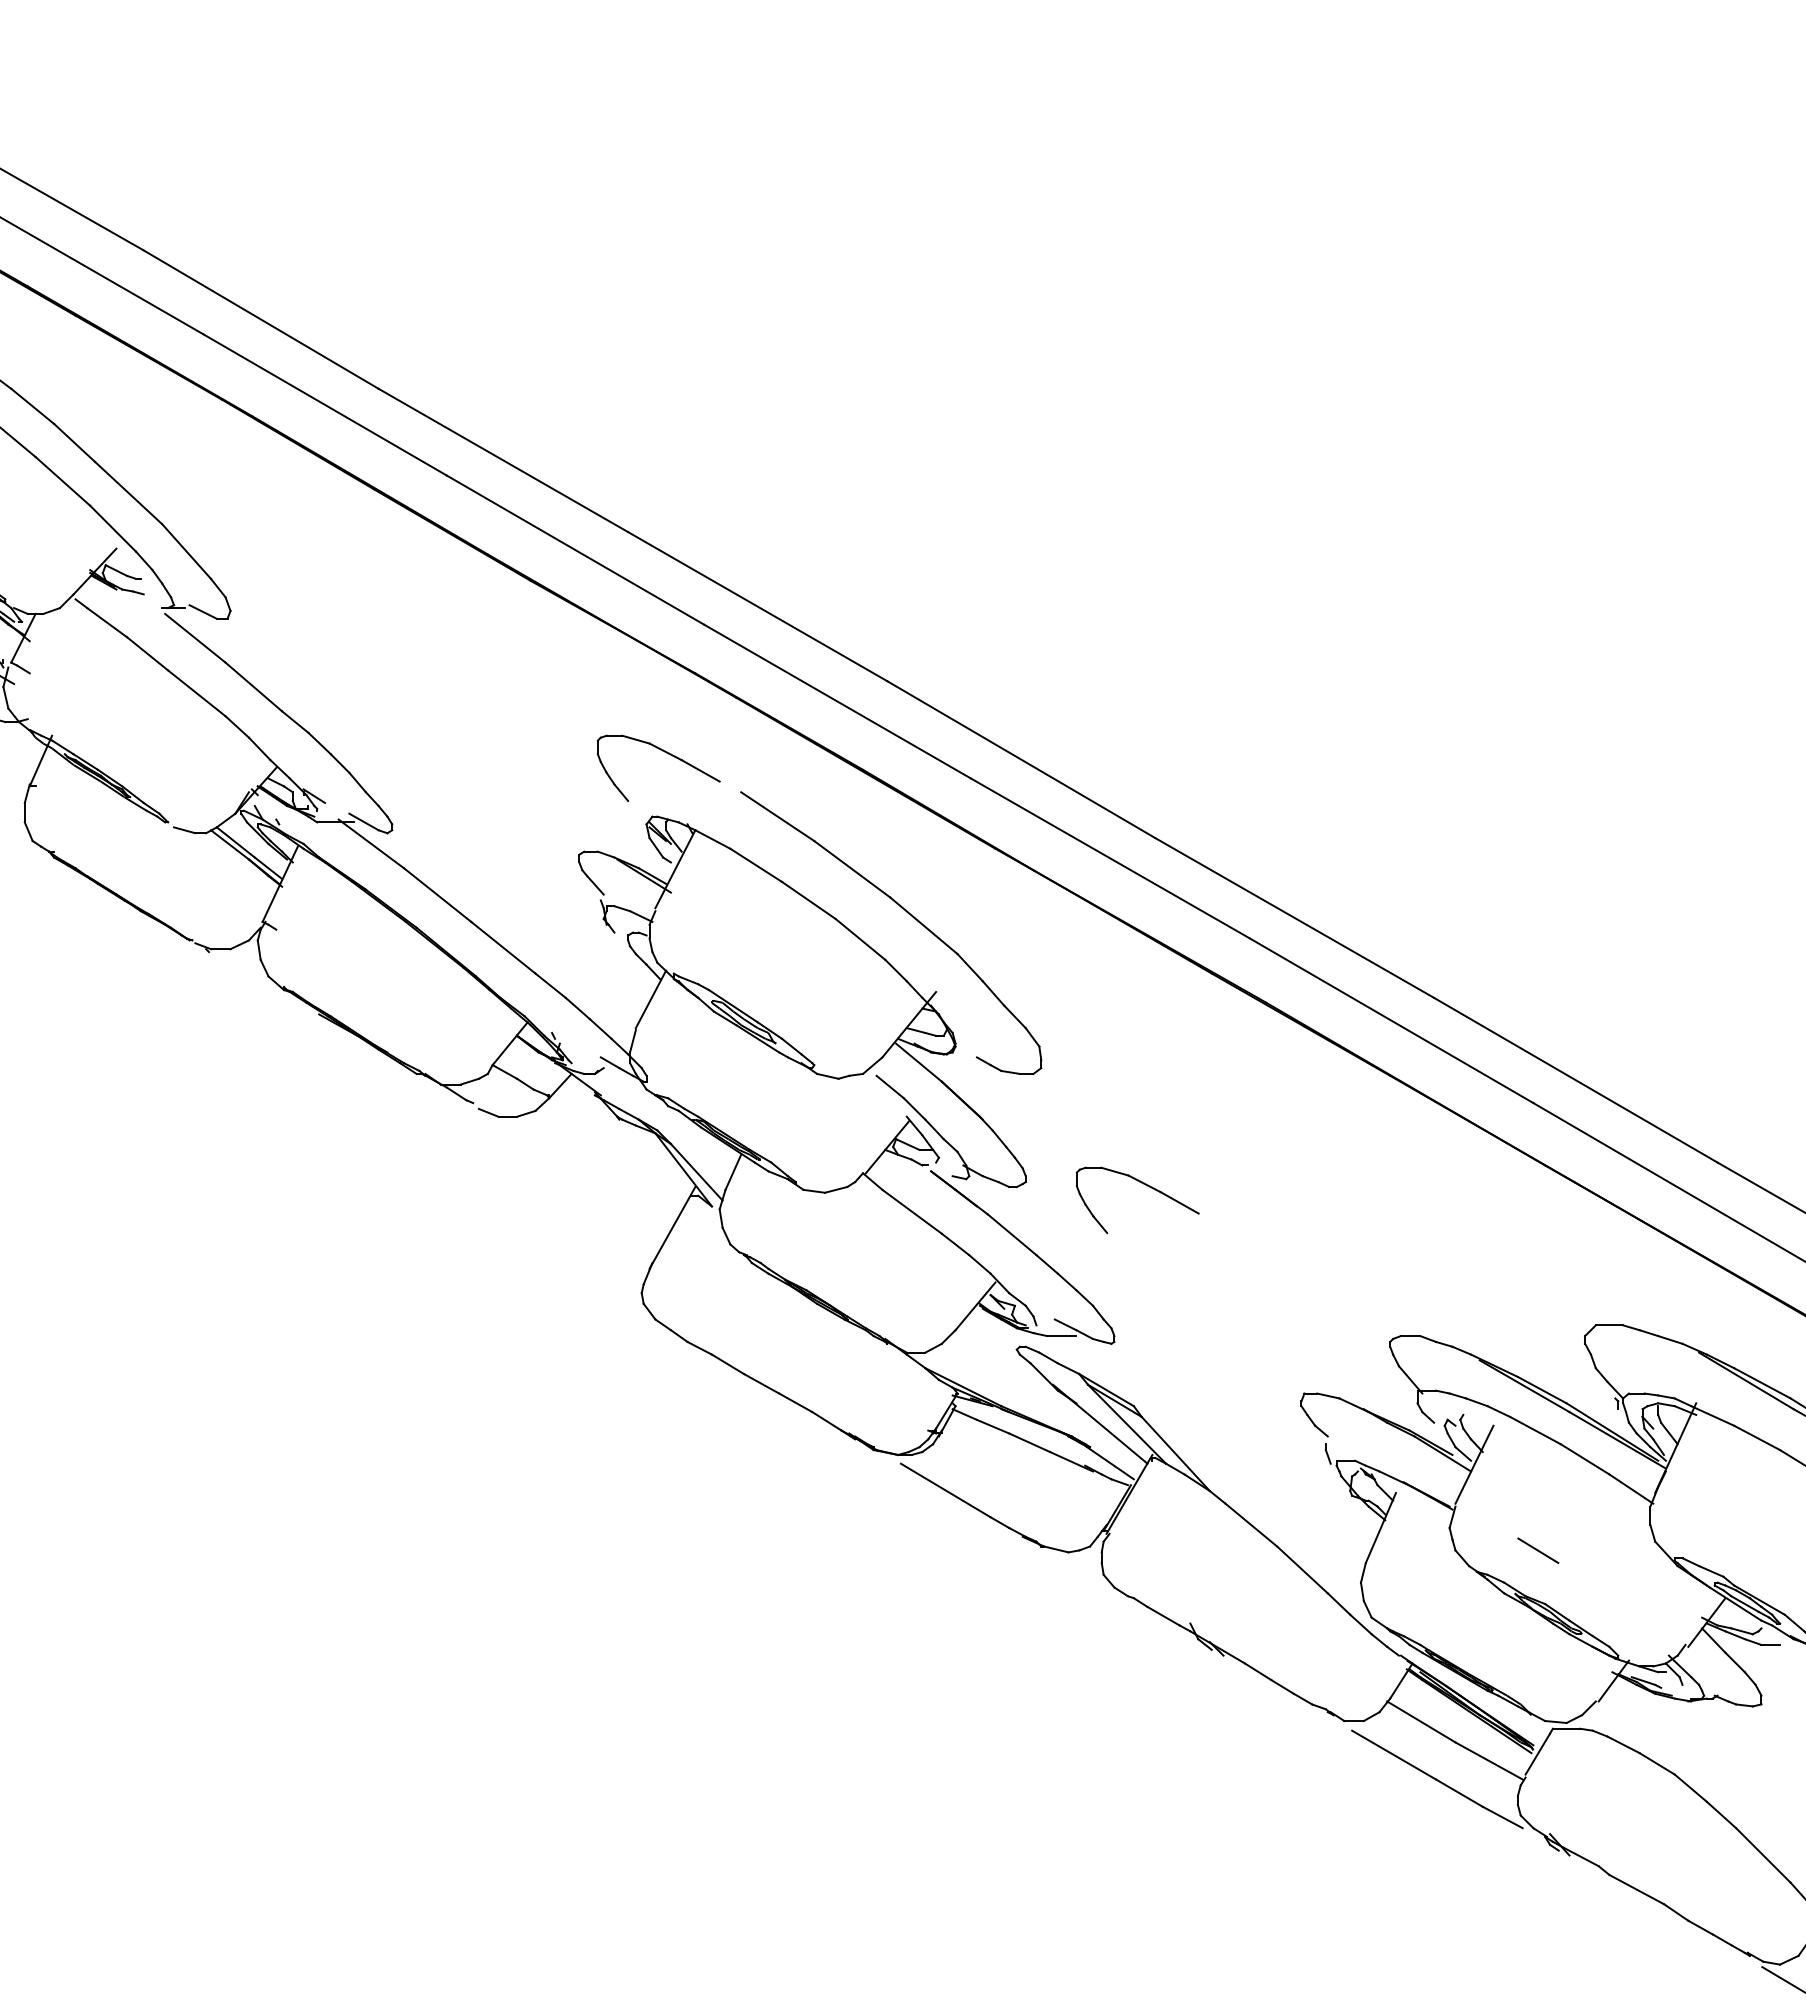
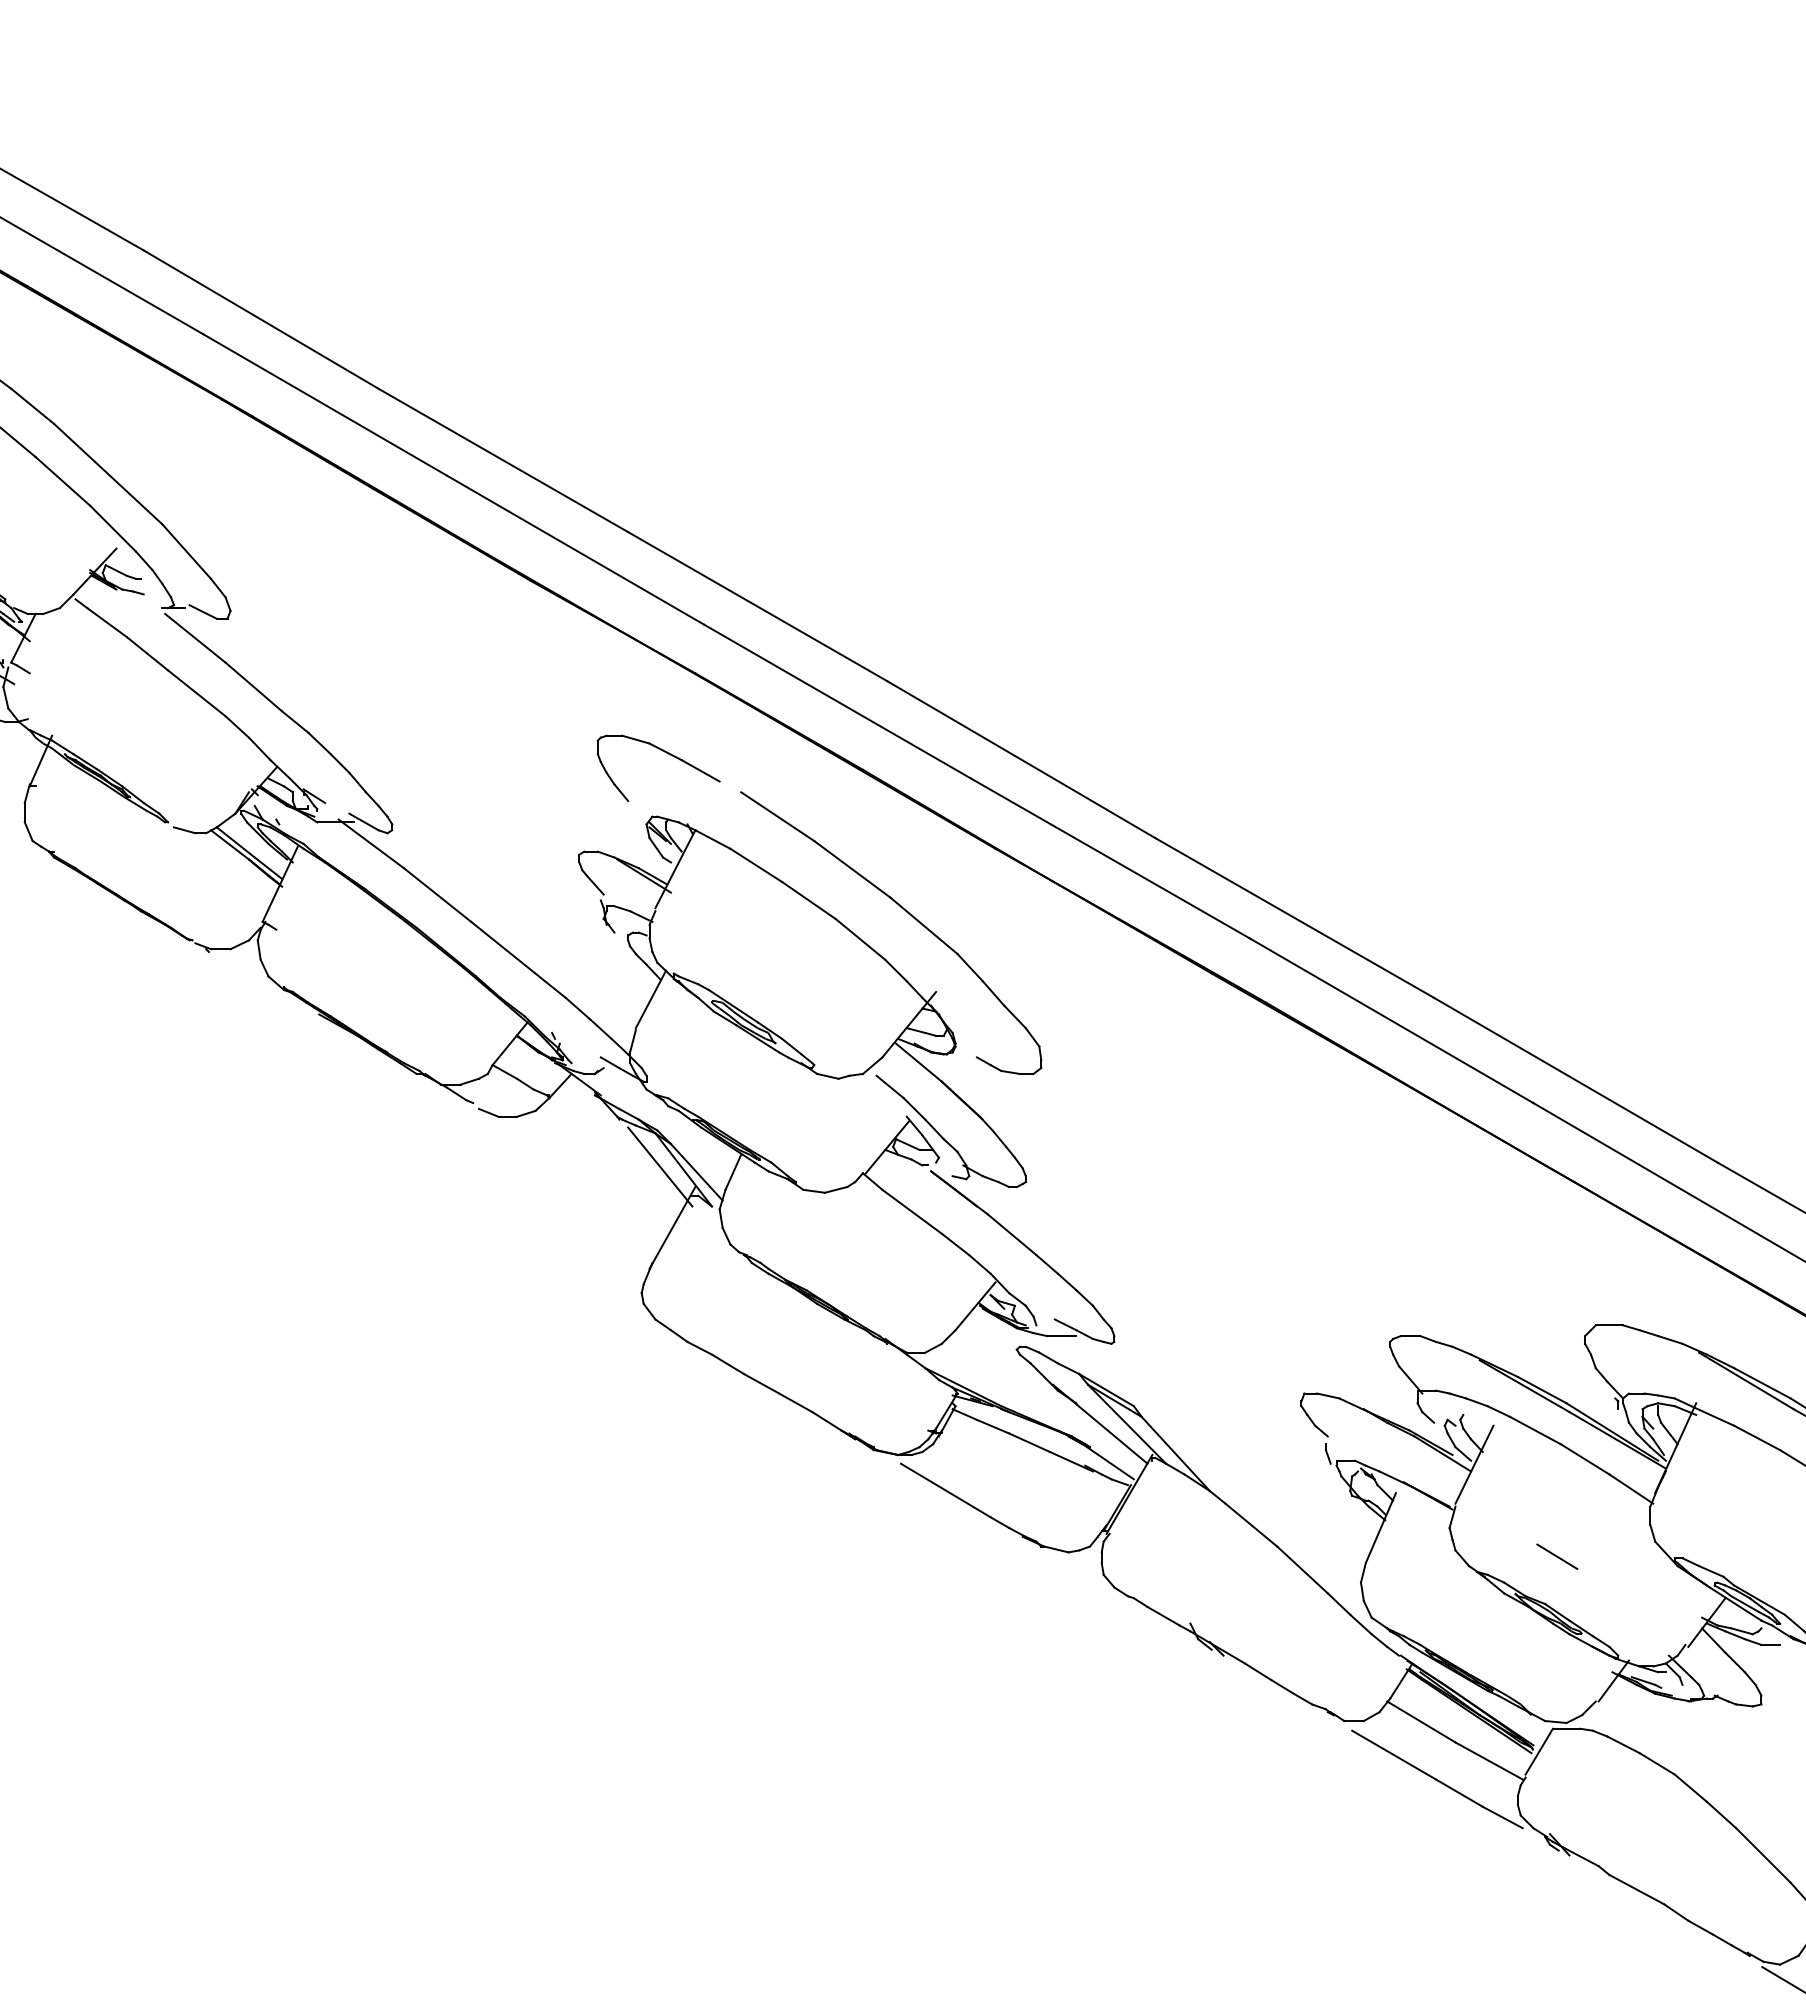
line at (660, 1166): none -> present
part at (1145, 1185): present -> none
line at (1538, 1550) position: (1538, 1550) -> (1557, 1556)
